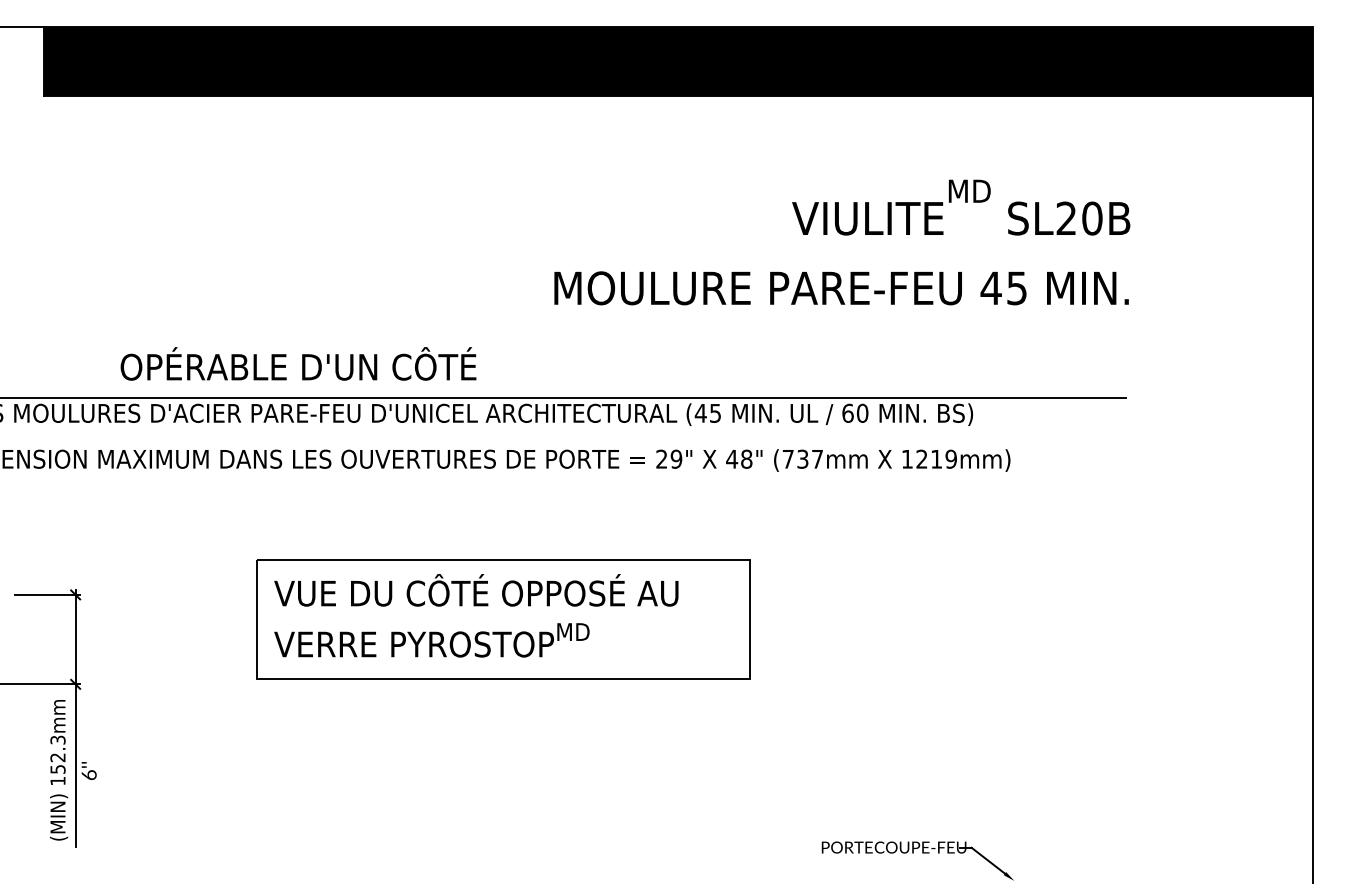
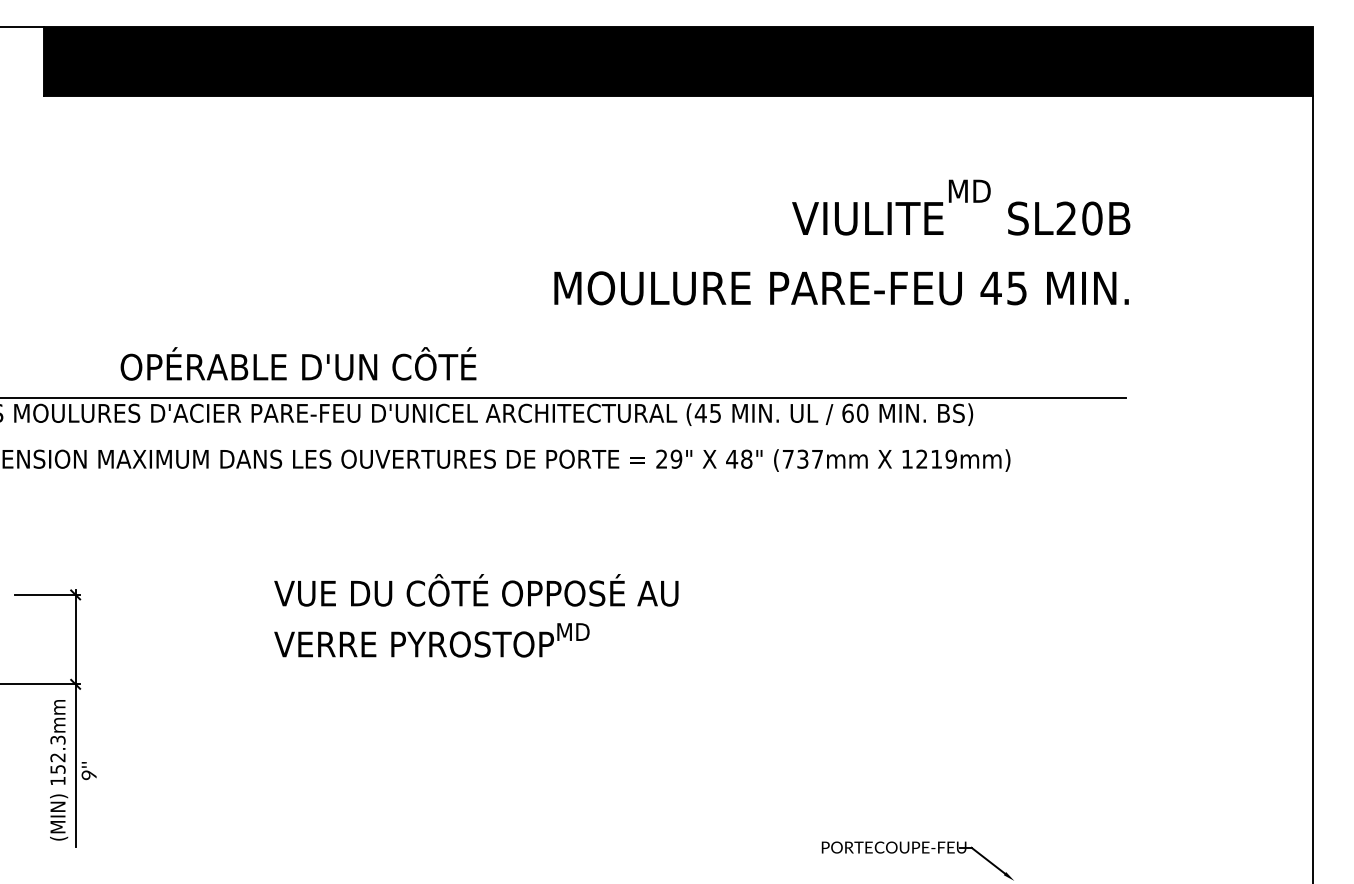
part at (503, 619): present -> none
text at (88, 775): 6''\f] -> 9''\f]
